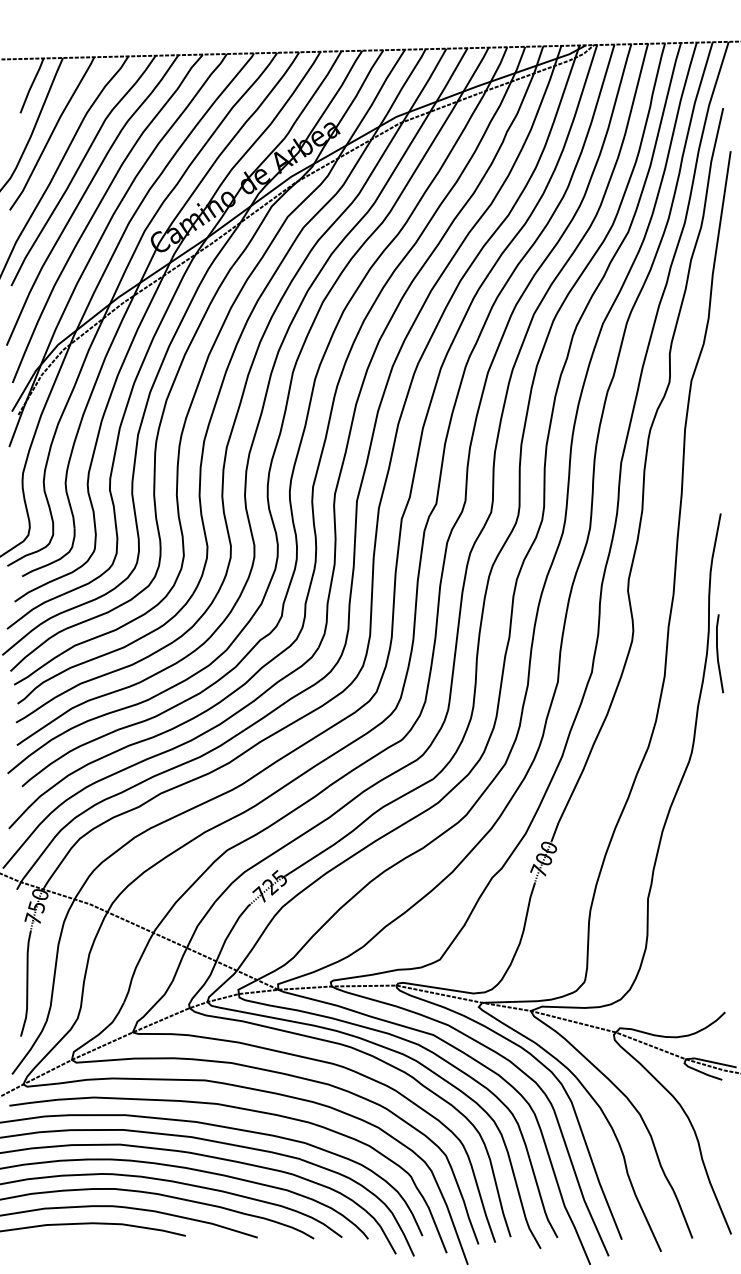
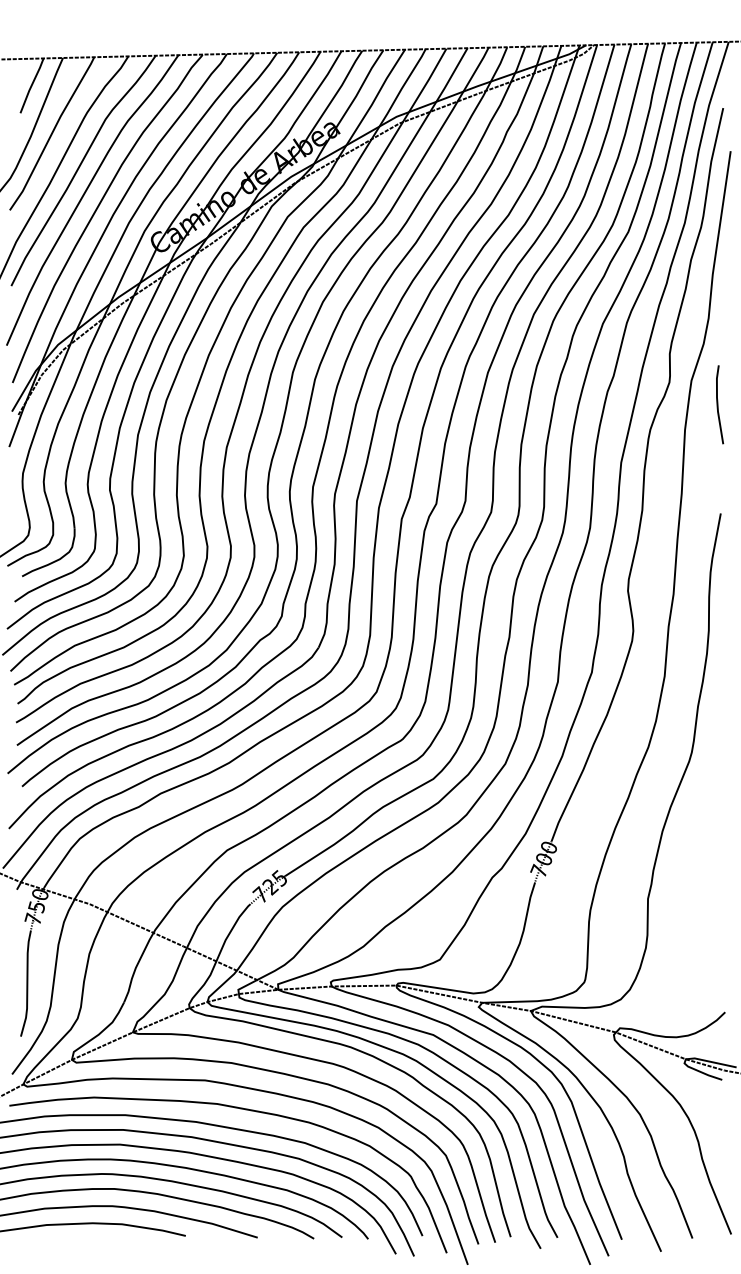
line at (718, 653) position: (718, 653) -> (718, 404)
